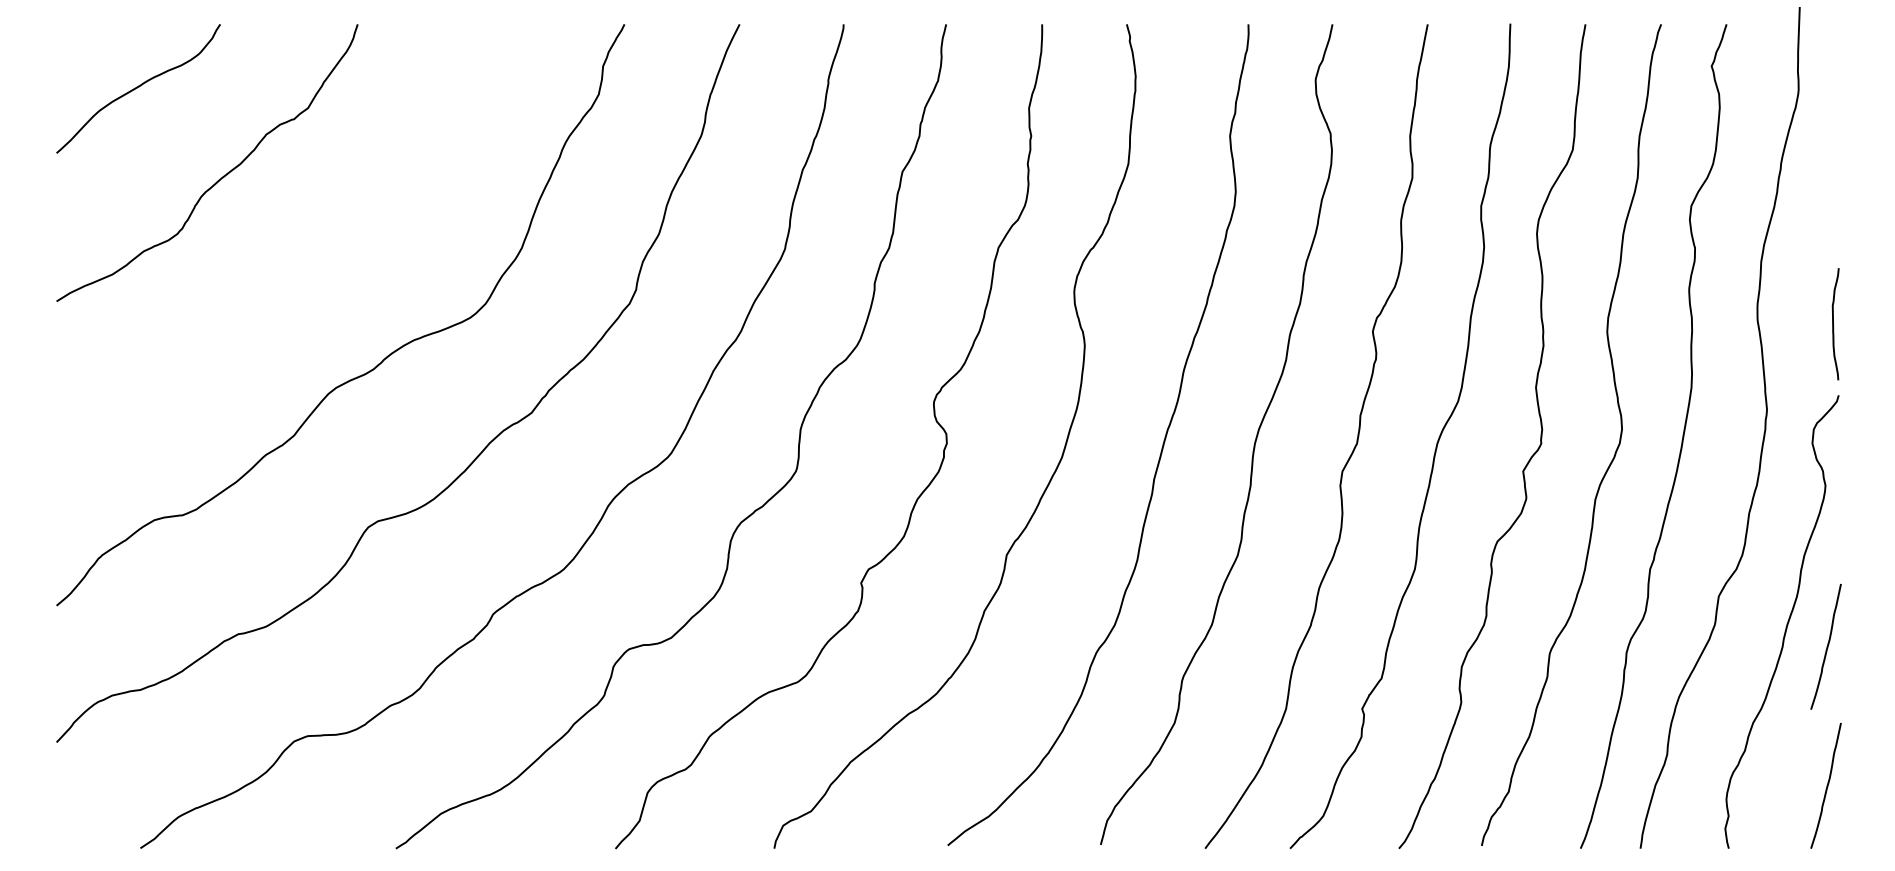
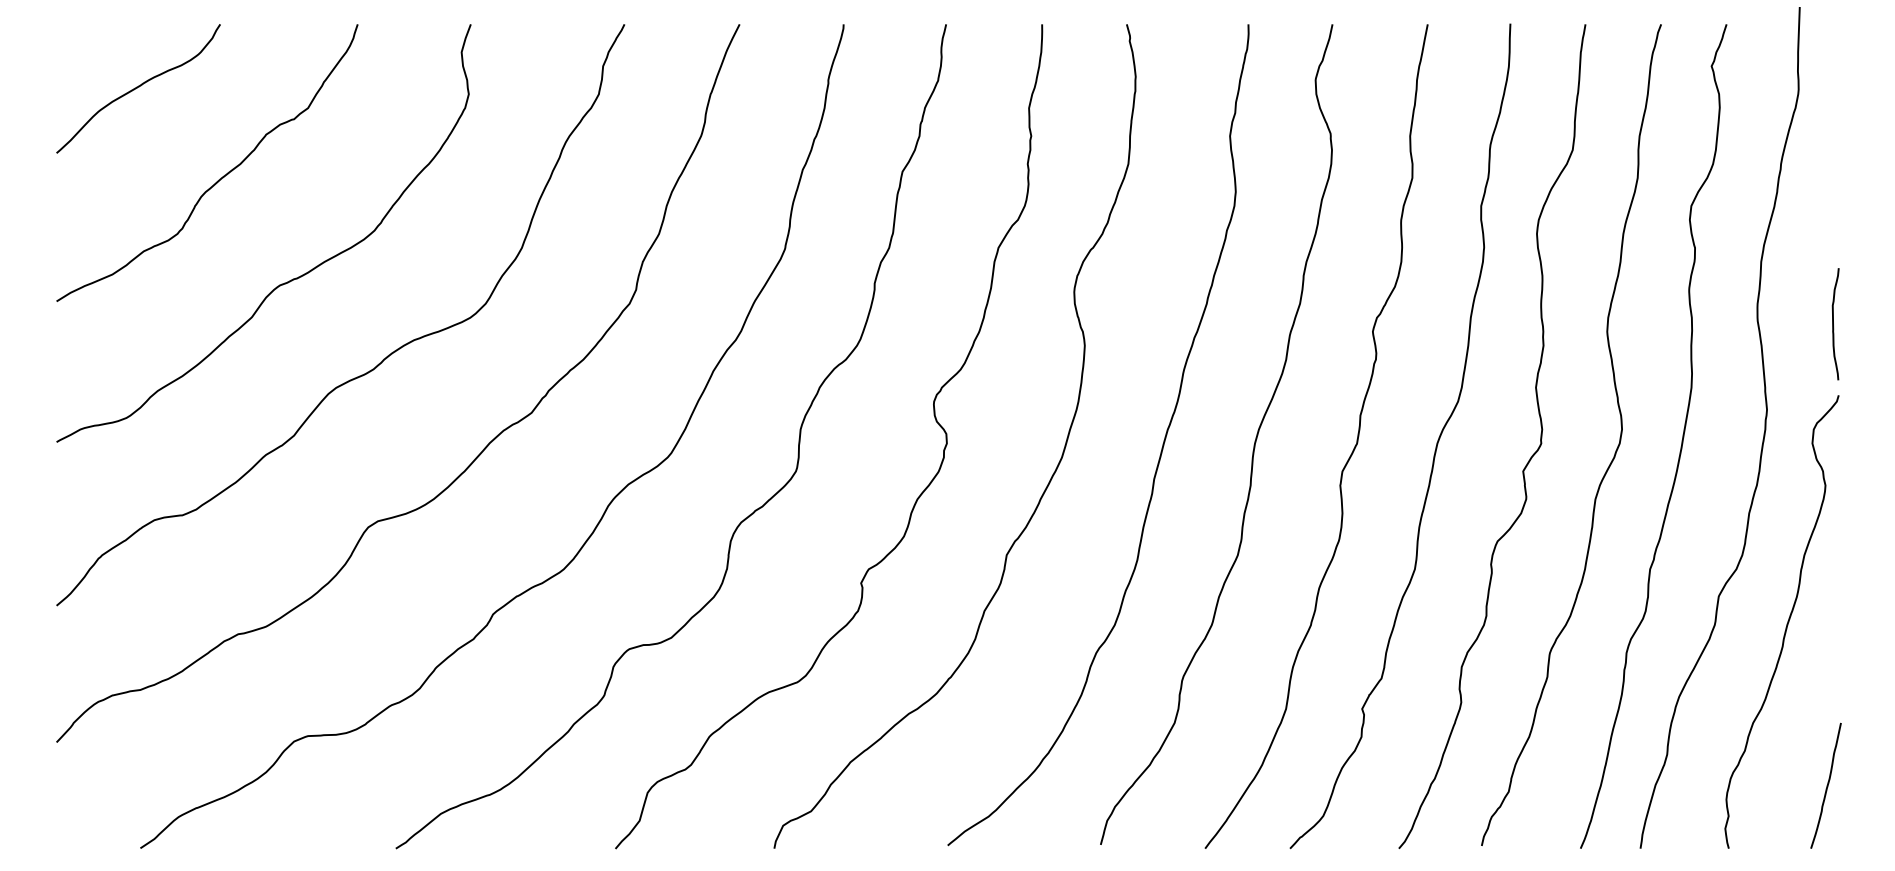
curve at (281, 283): none -> present
curve at (1826, 646): present -> none
